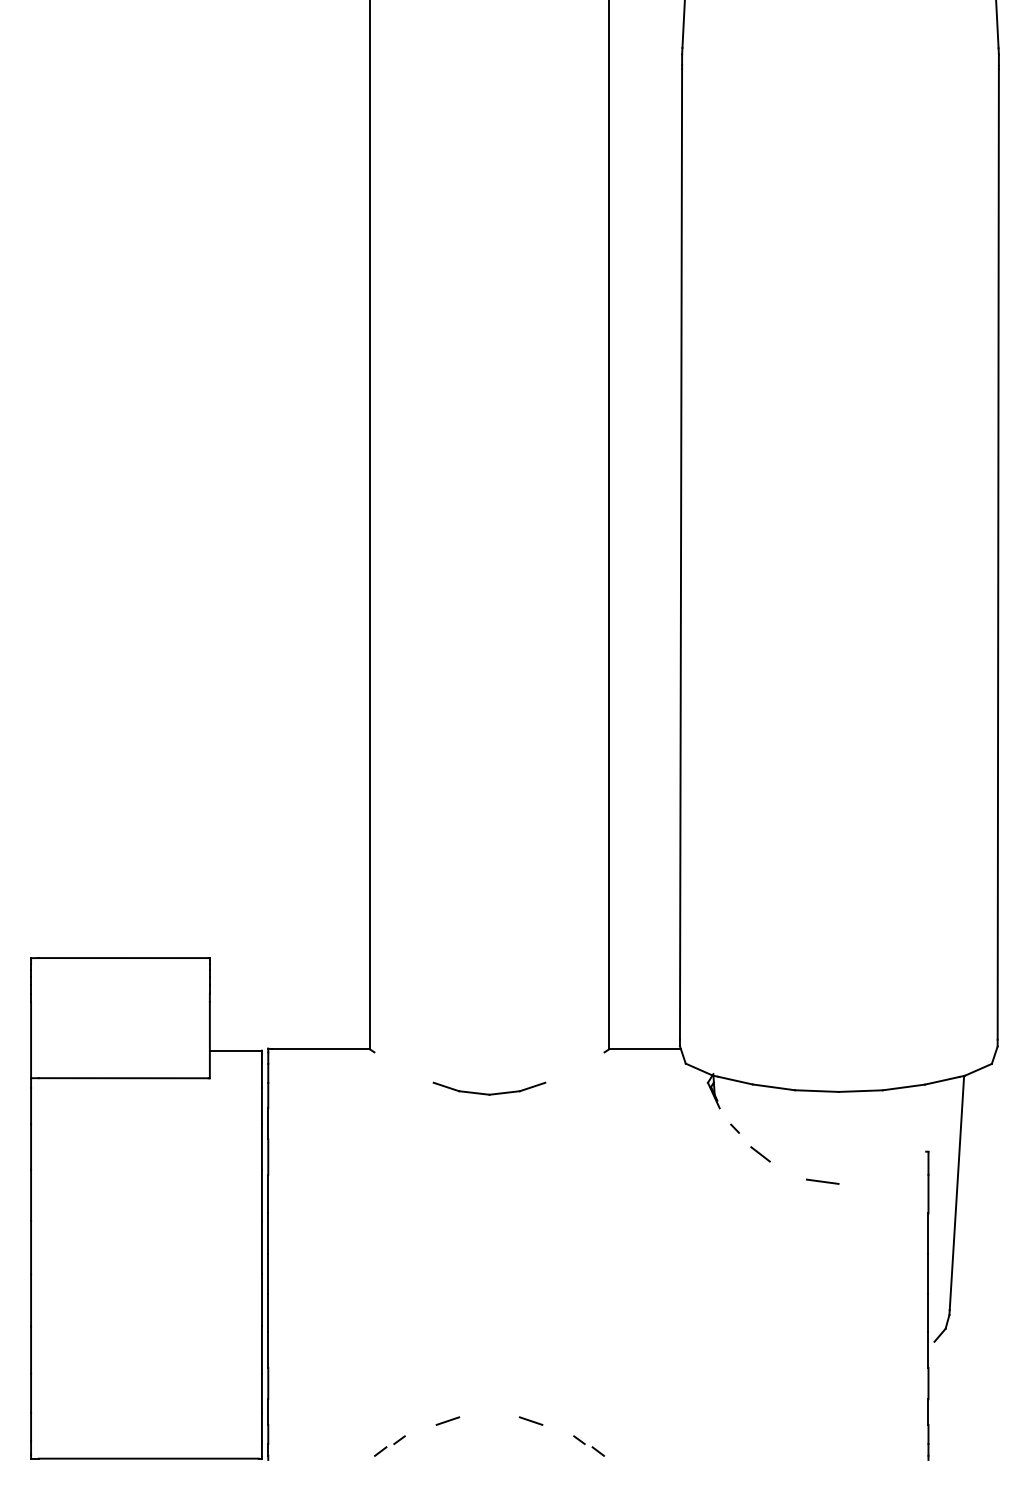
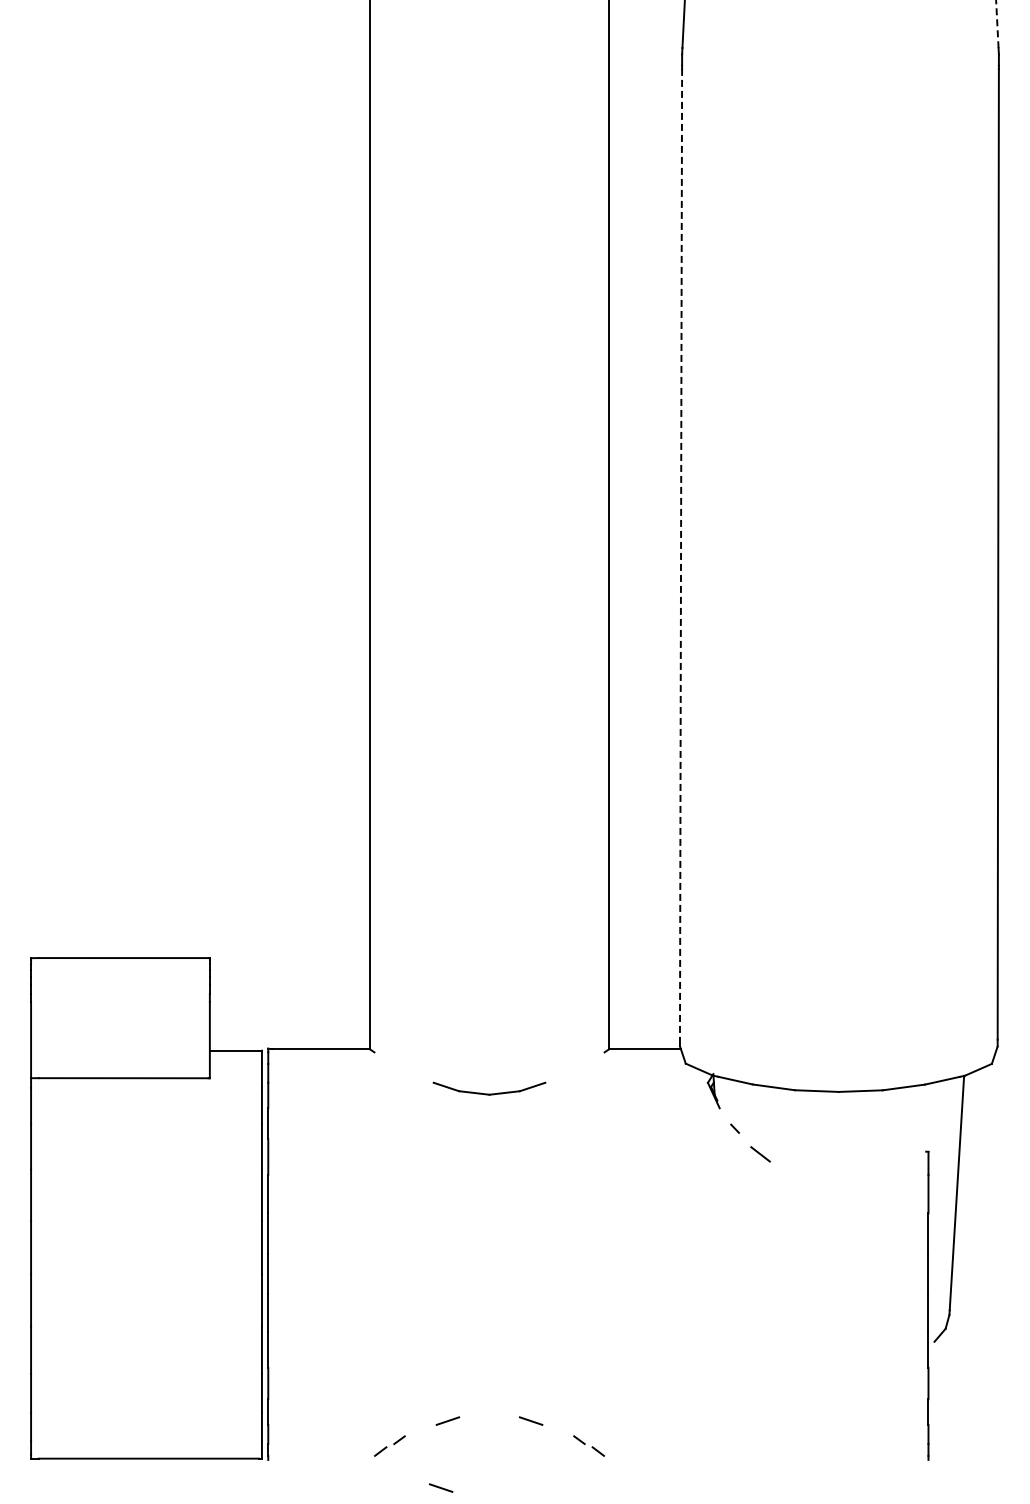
line at (997, 23): solid -> dashed
line at (681, 554): solid -> dashed
line at (822, 1181): present -> none
line at (440, 1487): none -> present
